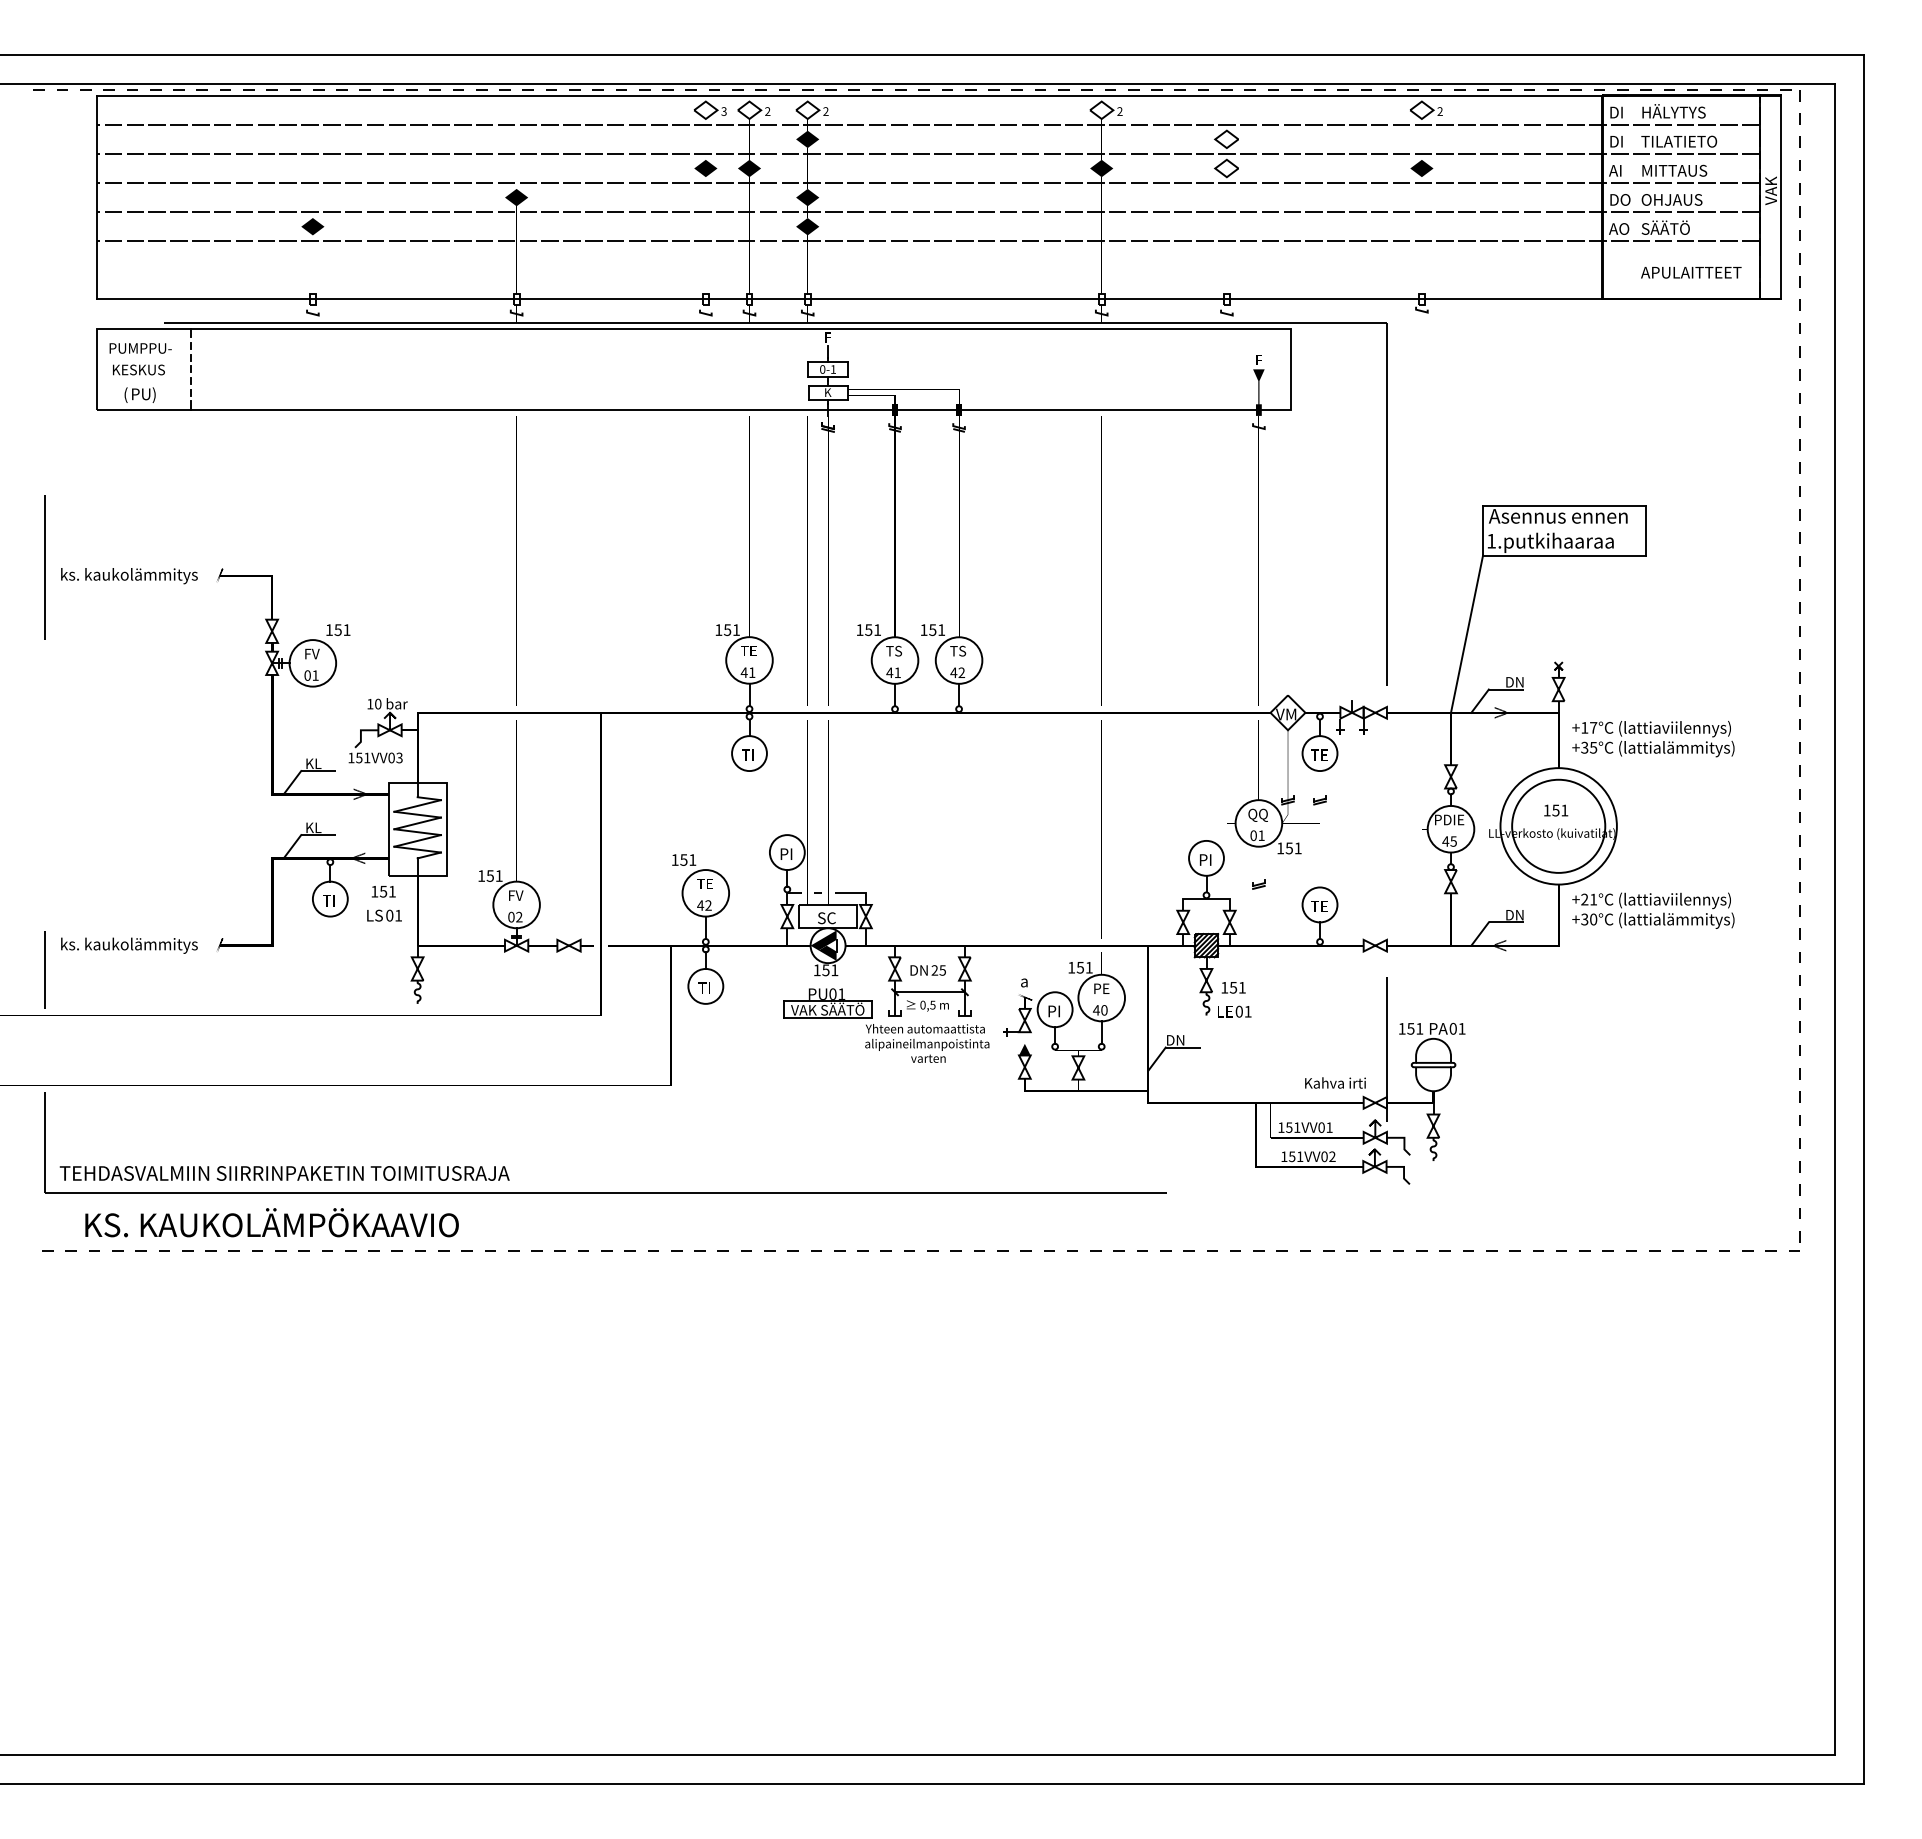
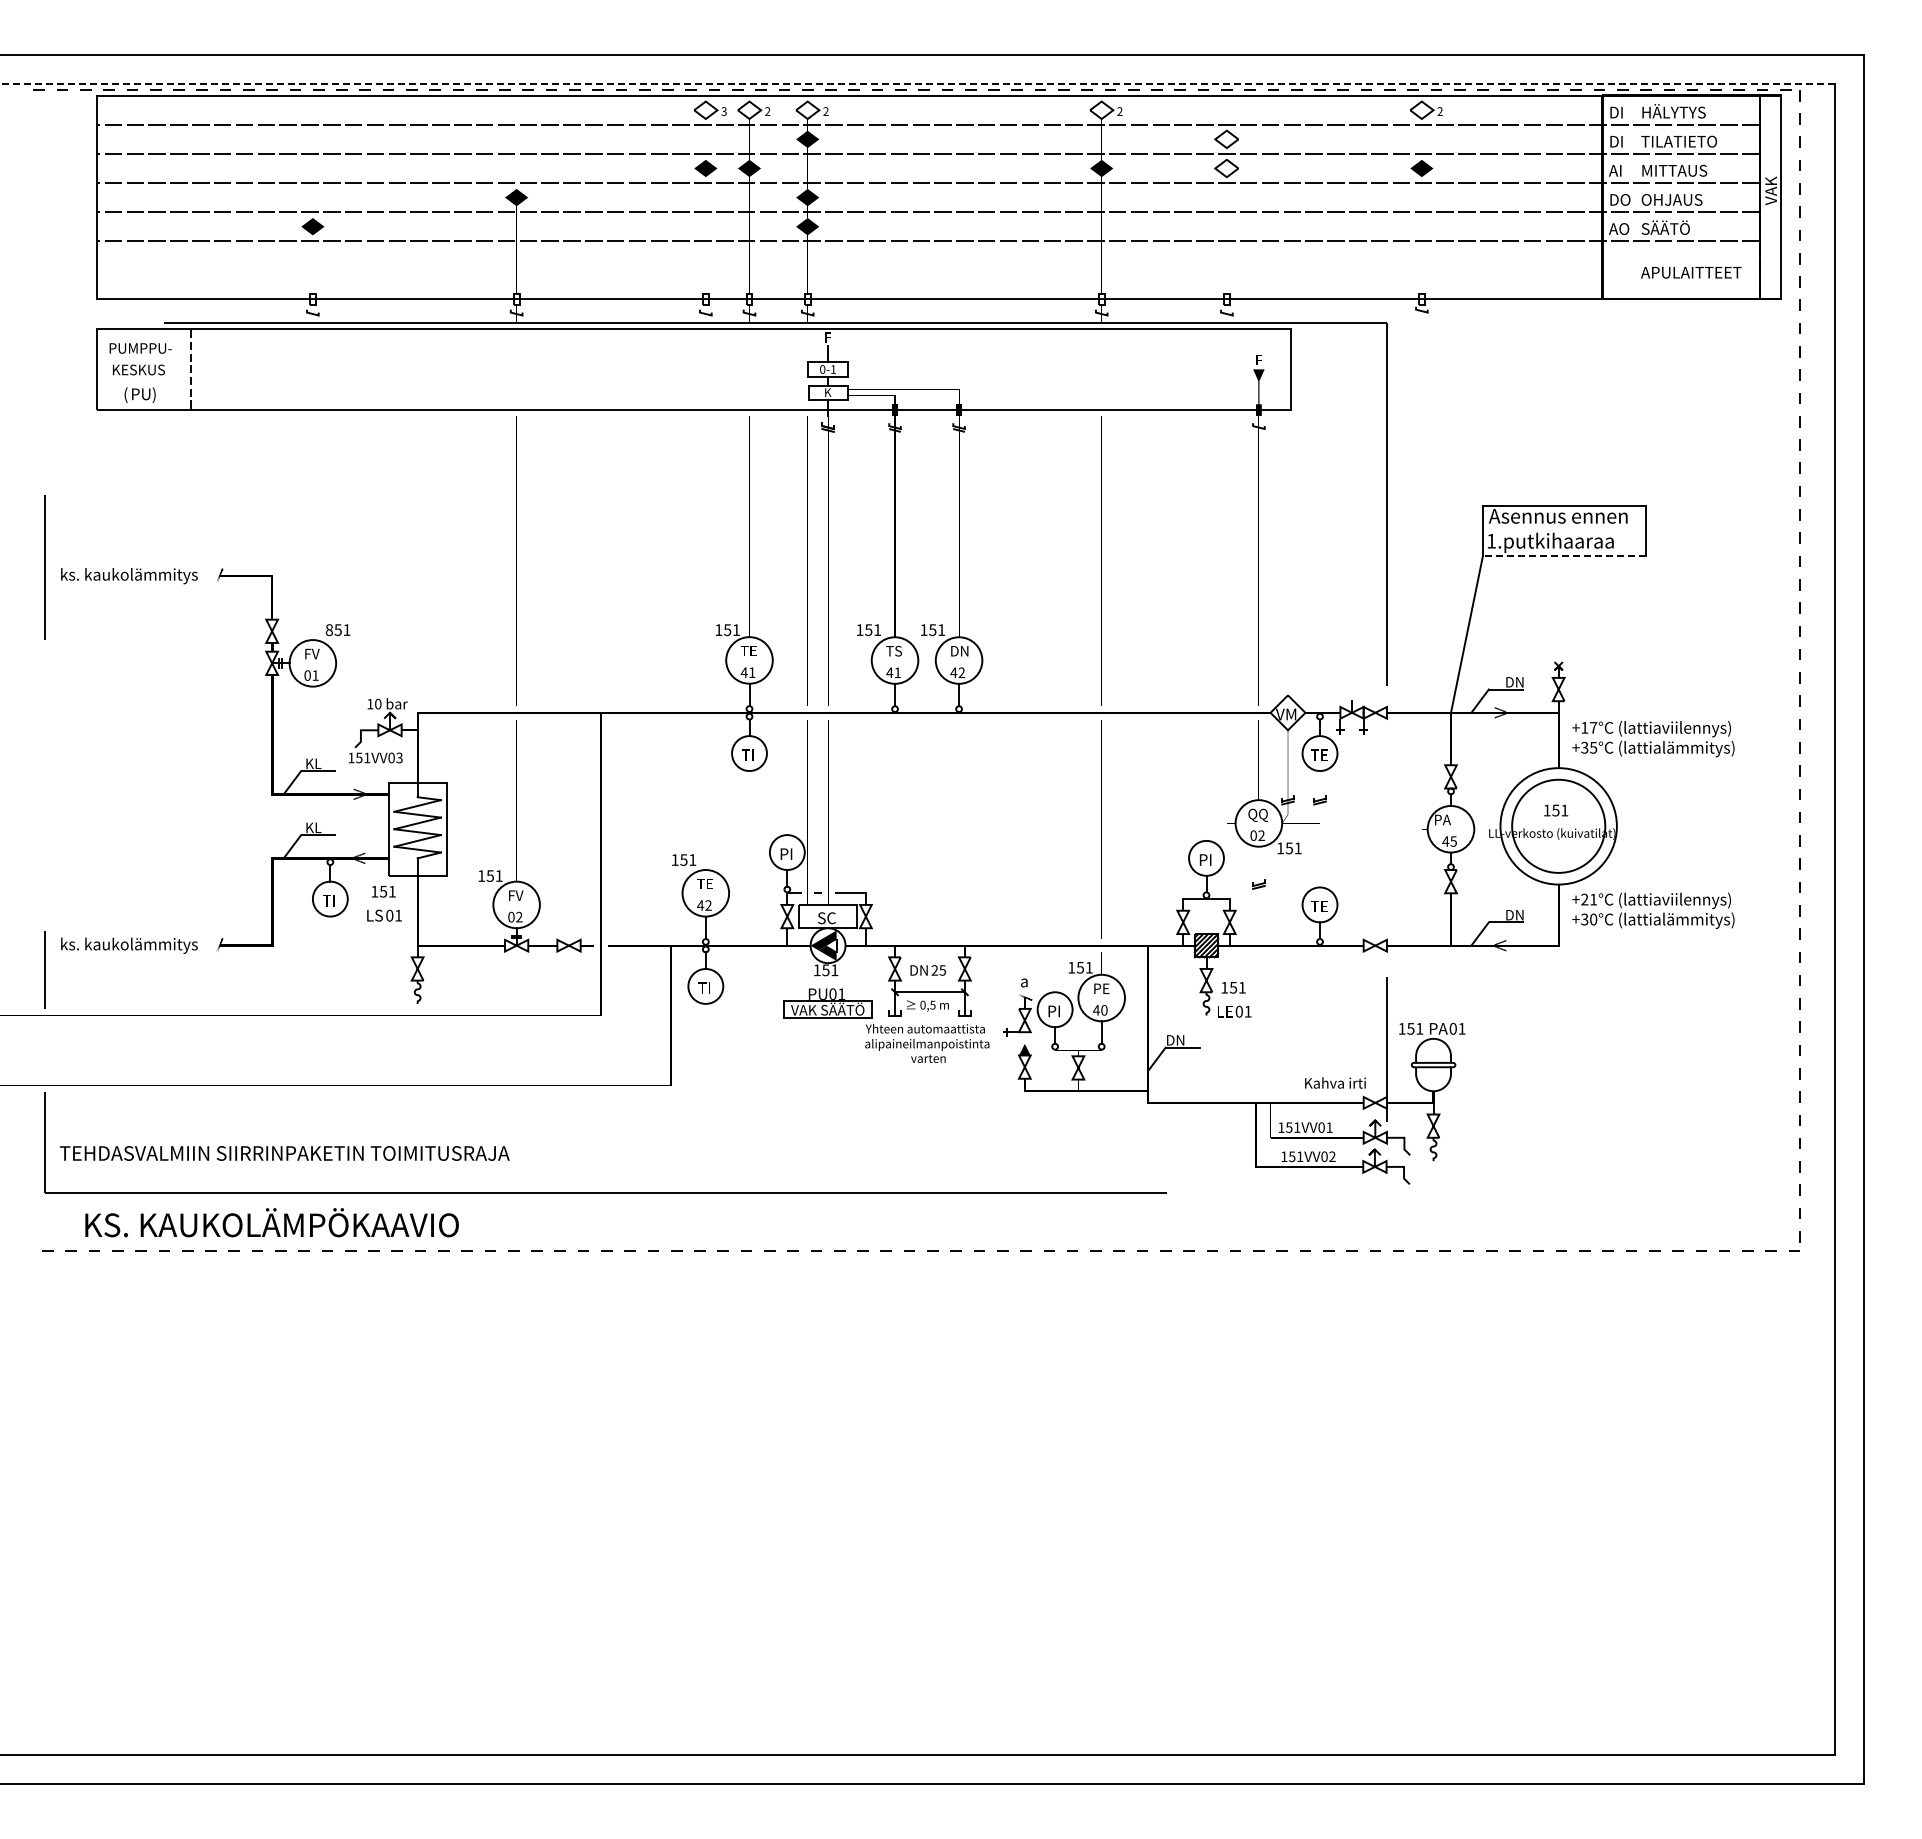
line at (917, 84): solid -> dashed
line at (1564, 555): solid -> dashed
text at (329, 630): 151 -> 851
text at (959, 650): TS -> DN
text at (1453, 819): PDIE -> PA
text at (1261, 835): 01 -> 02
text at (284, 1173) position: (284, 1173) -> (284, 1153)
